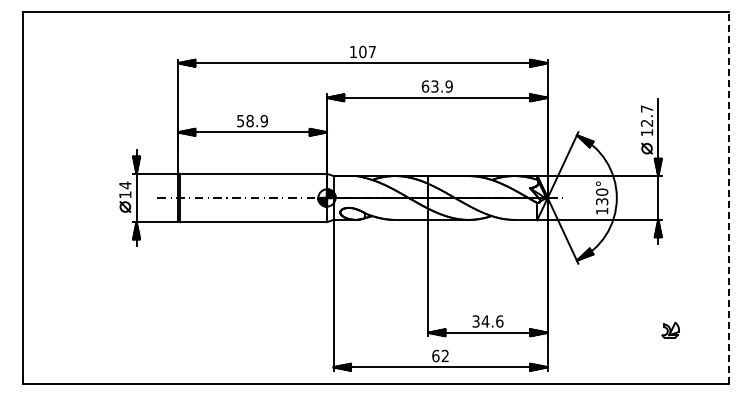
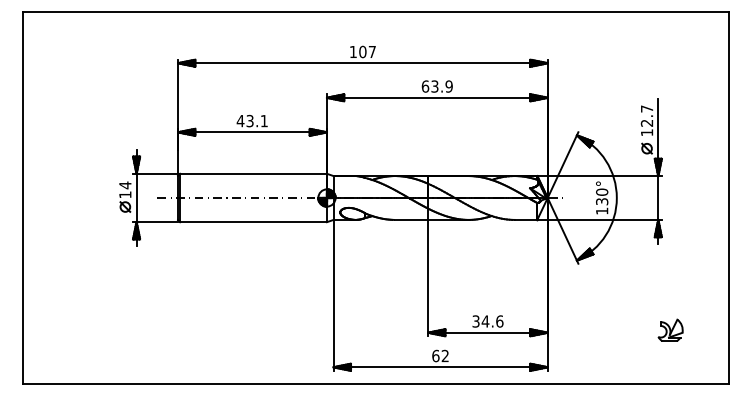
text at (251, 120): 58.9 -> 43.1
line at (729, 197): dashed -> solid
part at (670, 329) size: 19x18 px -> 27x24 px
